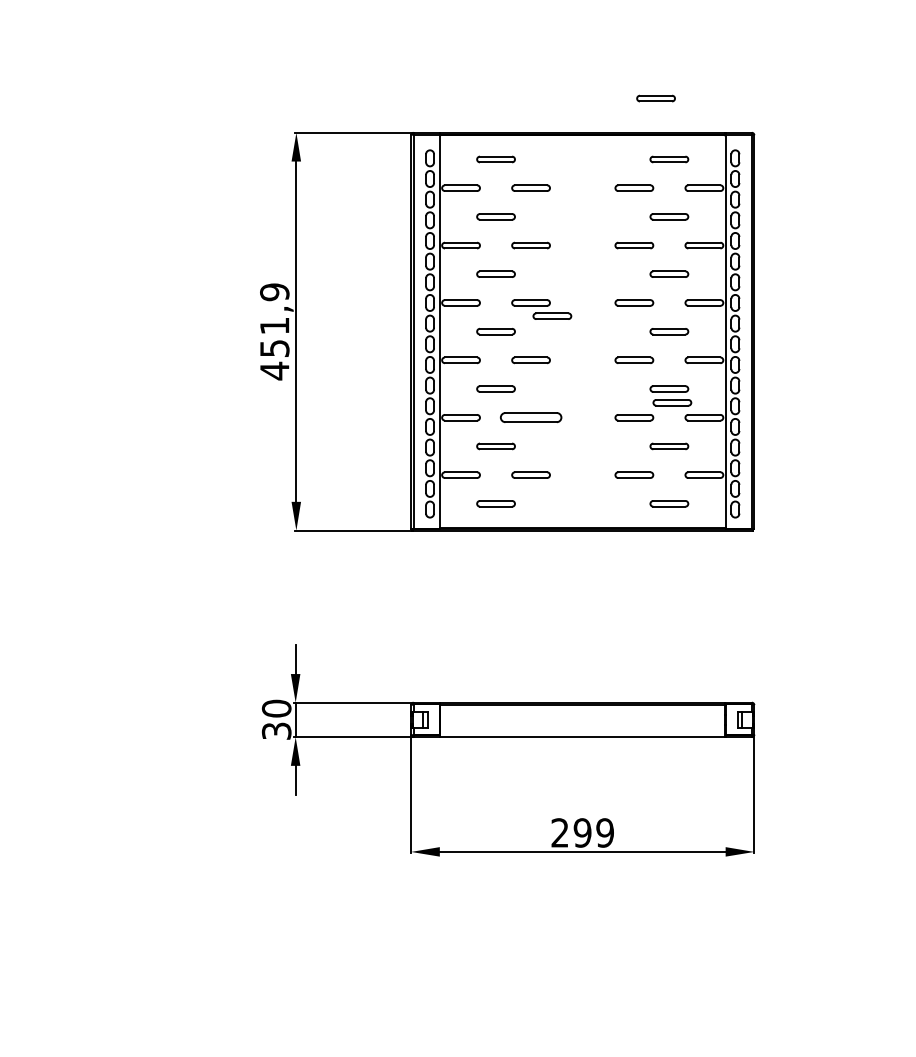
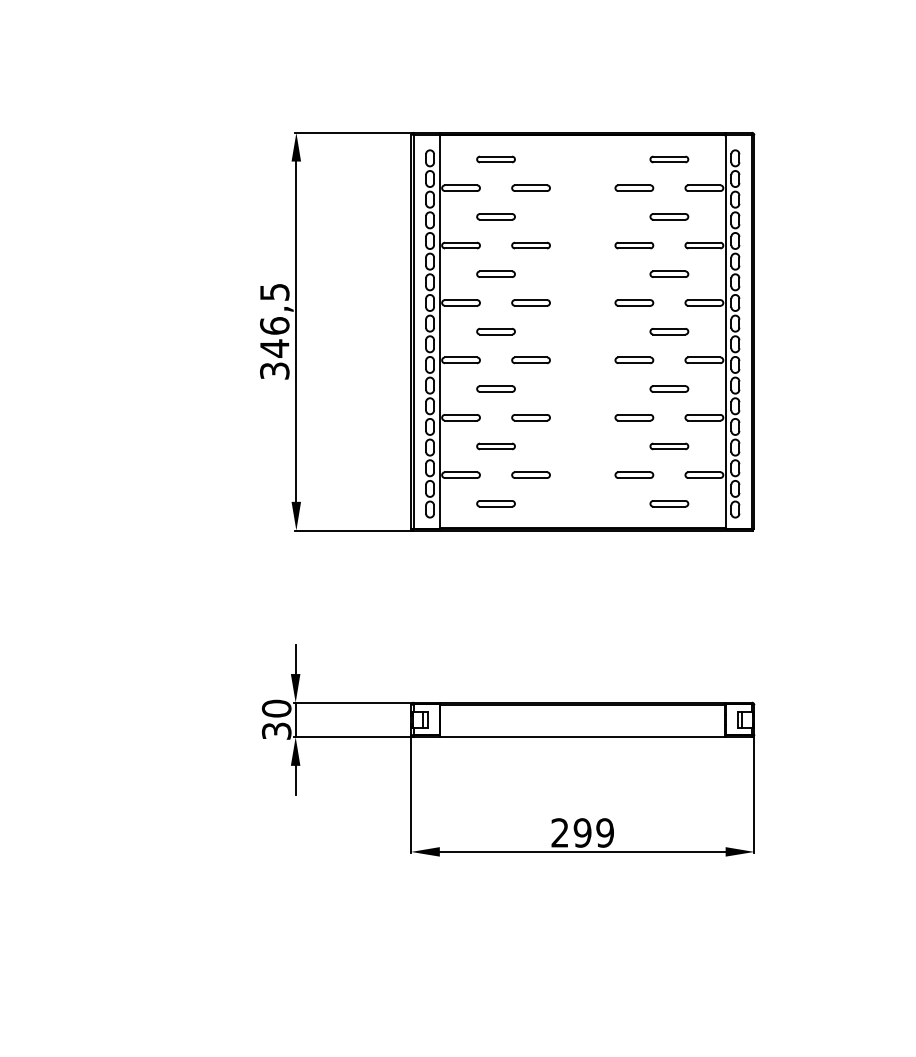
part at (655, 98): present -> none
part at (552, 315): present -> none
text at (274, 331): 451,9 -> 346,5
part at (672, 402): present -> none
part at (531, 417) size: 63x11 px -> 40x8 px
